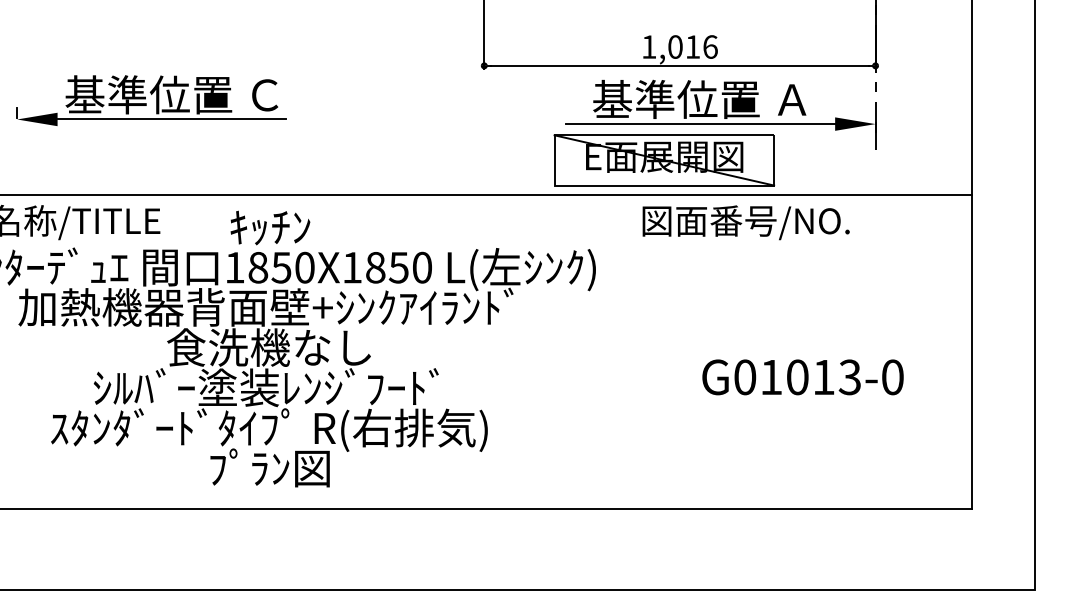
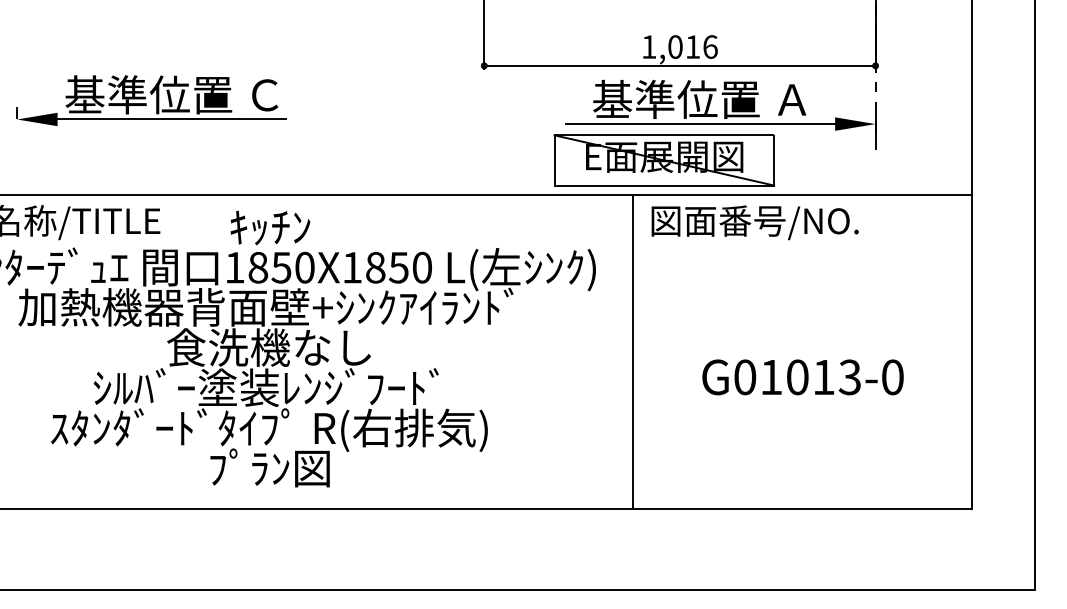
text at (745, 222) position: (745, 222) -> (754, 222)
line at (633, 351): none -> present
